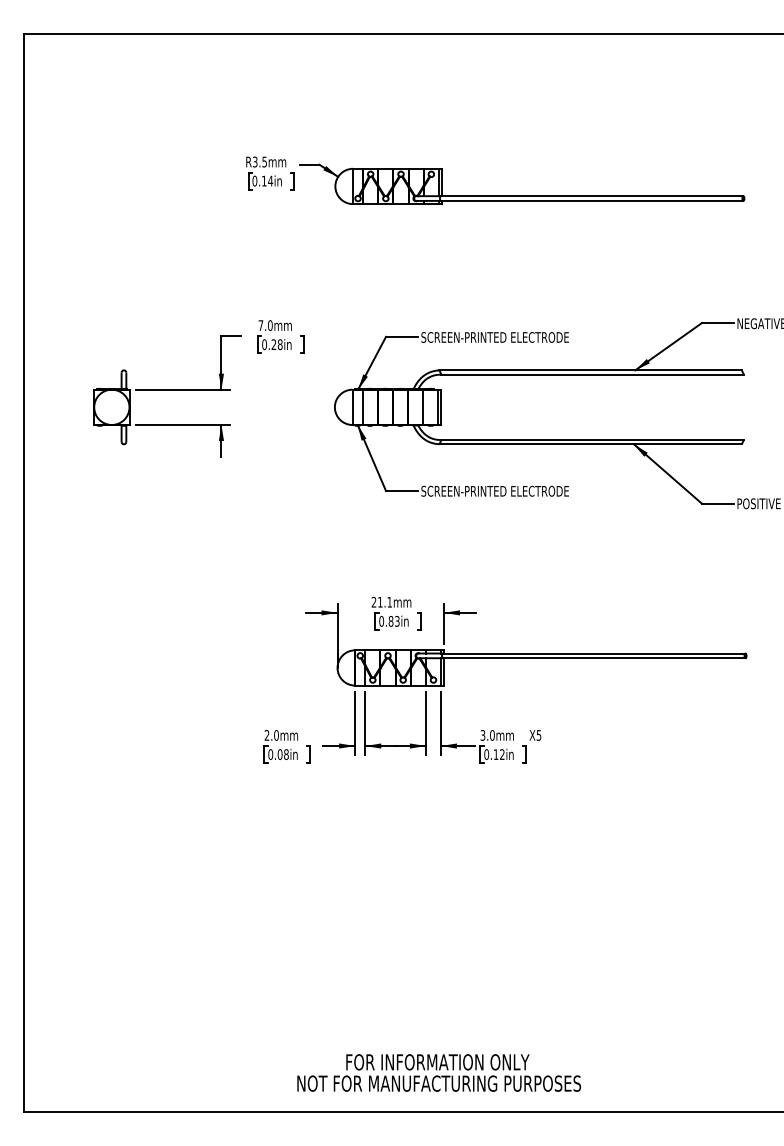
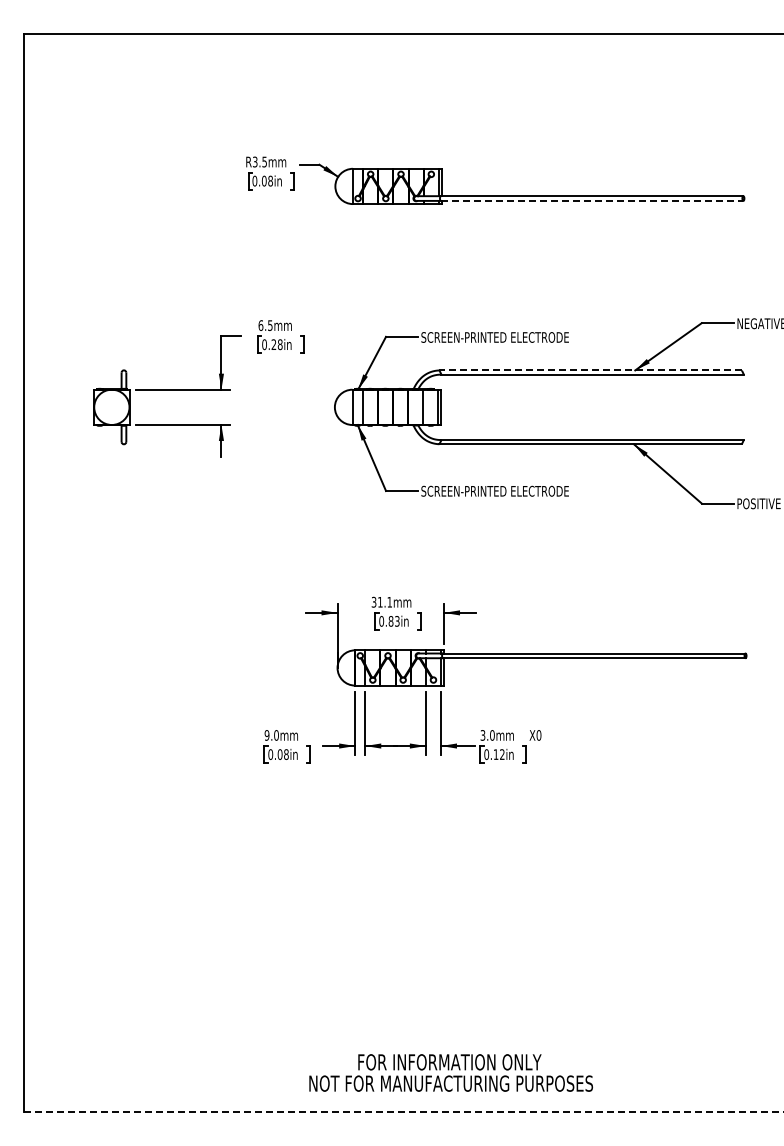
text at (267, 180): 0.14in -> 0.08in
line at (592, 200): solid -> dashed
text at (265, 325): 7.0mm -> 6.5mm
line at (590, 370): solid -> dashed
text at (373, 602): 21.1mm -> 31.1mm
text at (266, 735): 2.0mm -> 9.0mm
text at (538, 735): X5 -> X0
text at (438, 1072) position: (438, 1072) -> (450, 1072)
line at (403, 1111): solid -> dashed
